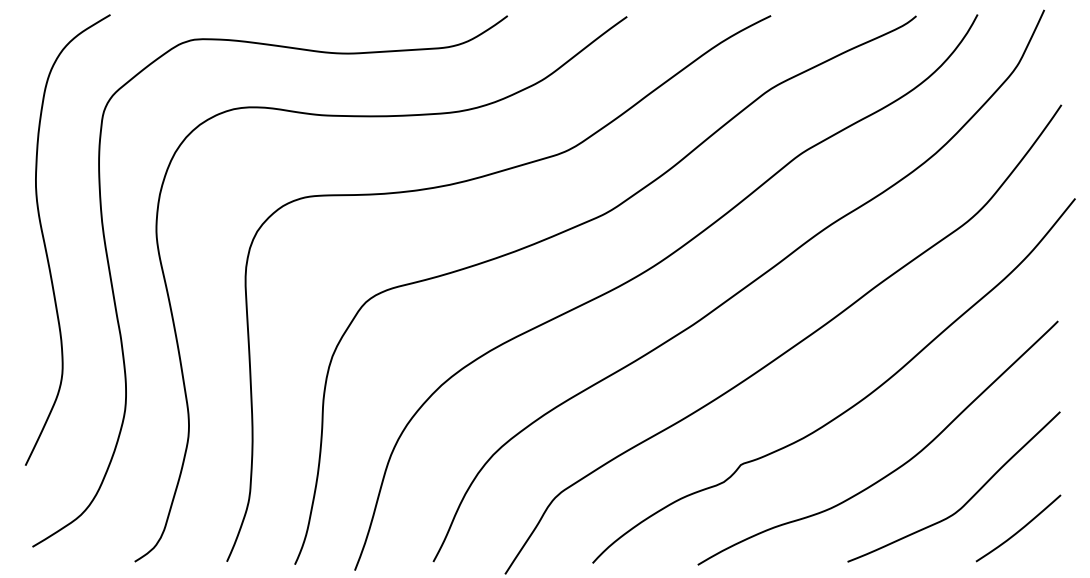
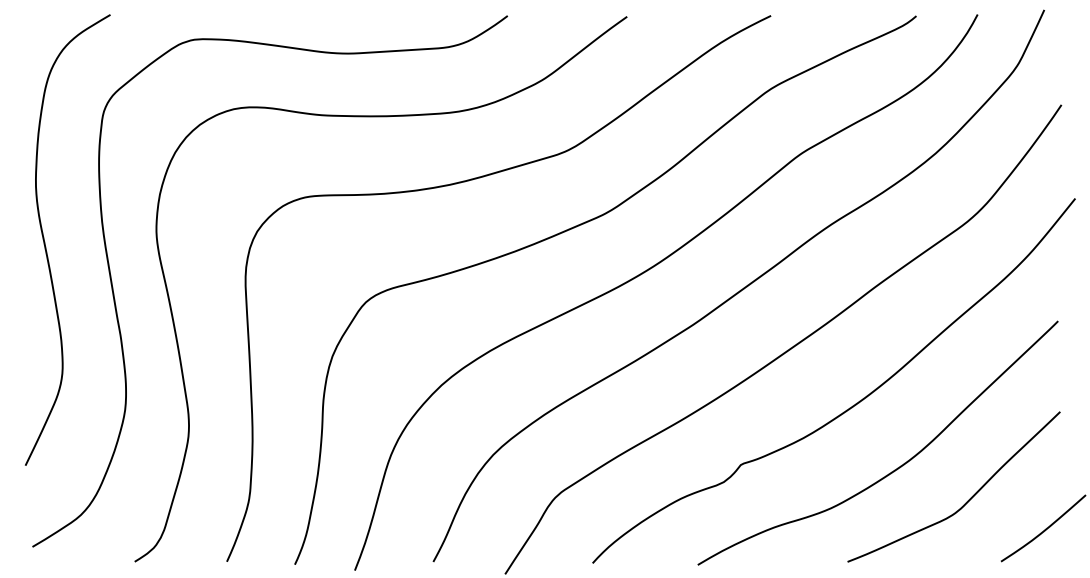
curve at (1019, 529) position: (1019, 529) -> (1044, 529)
